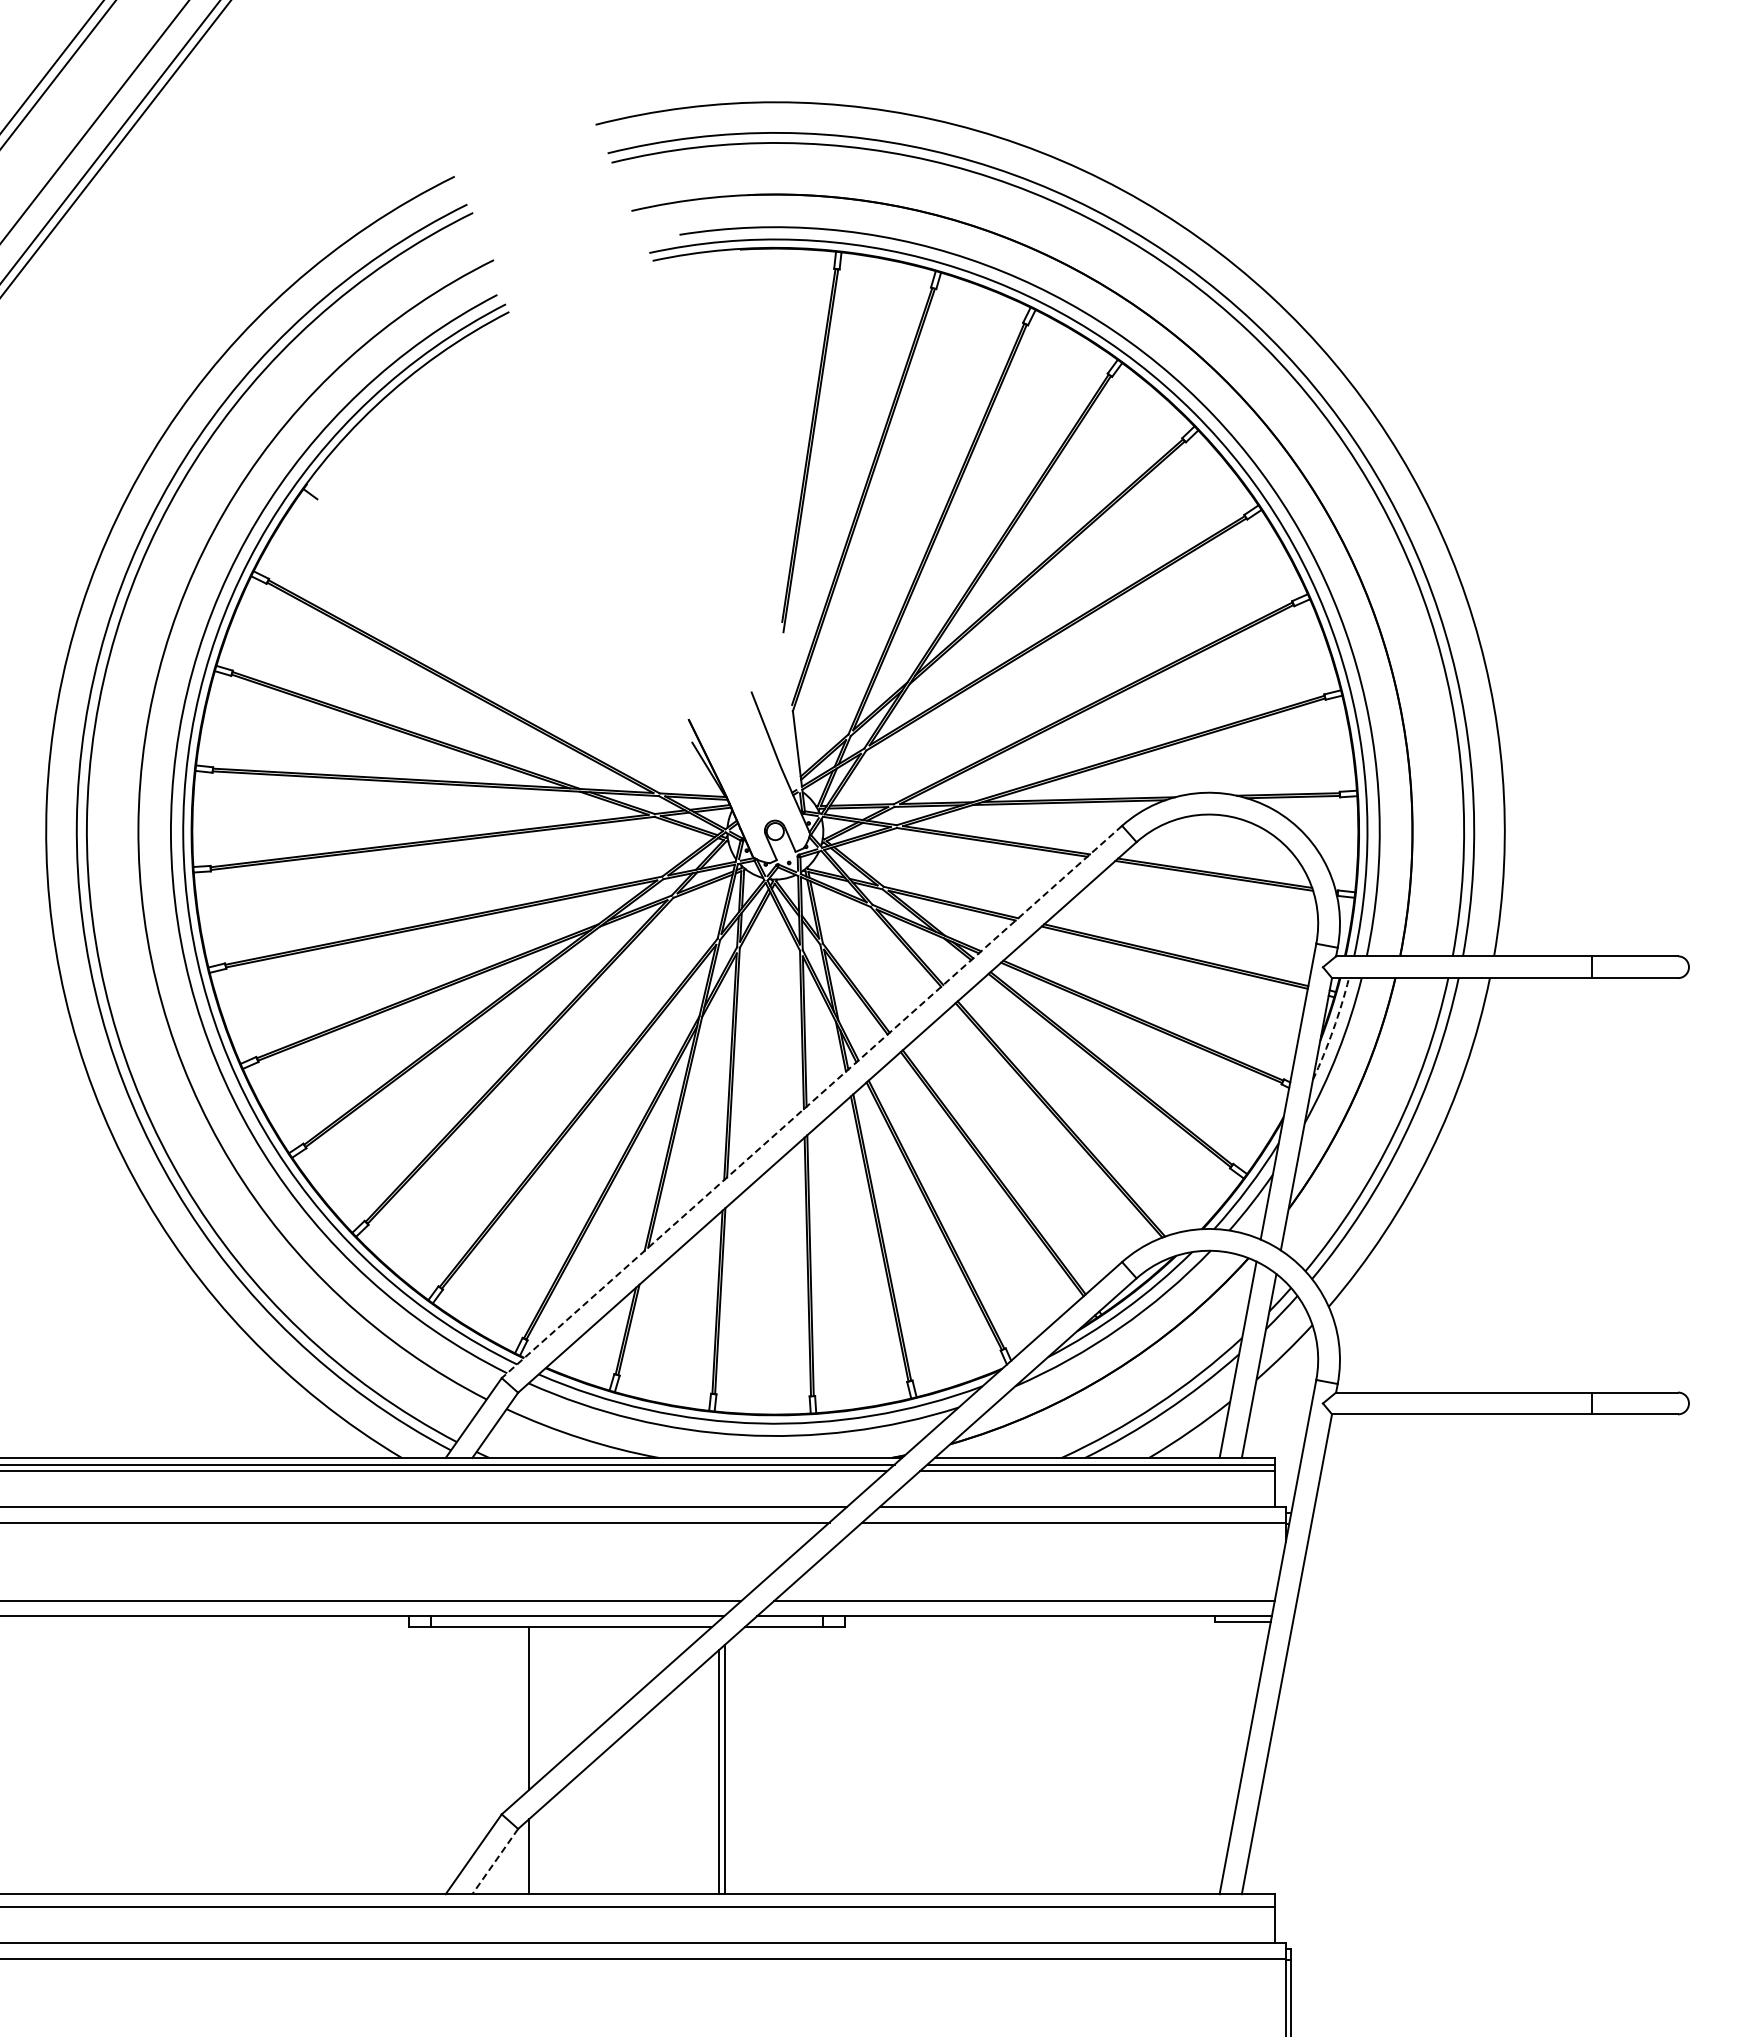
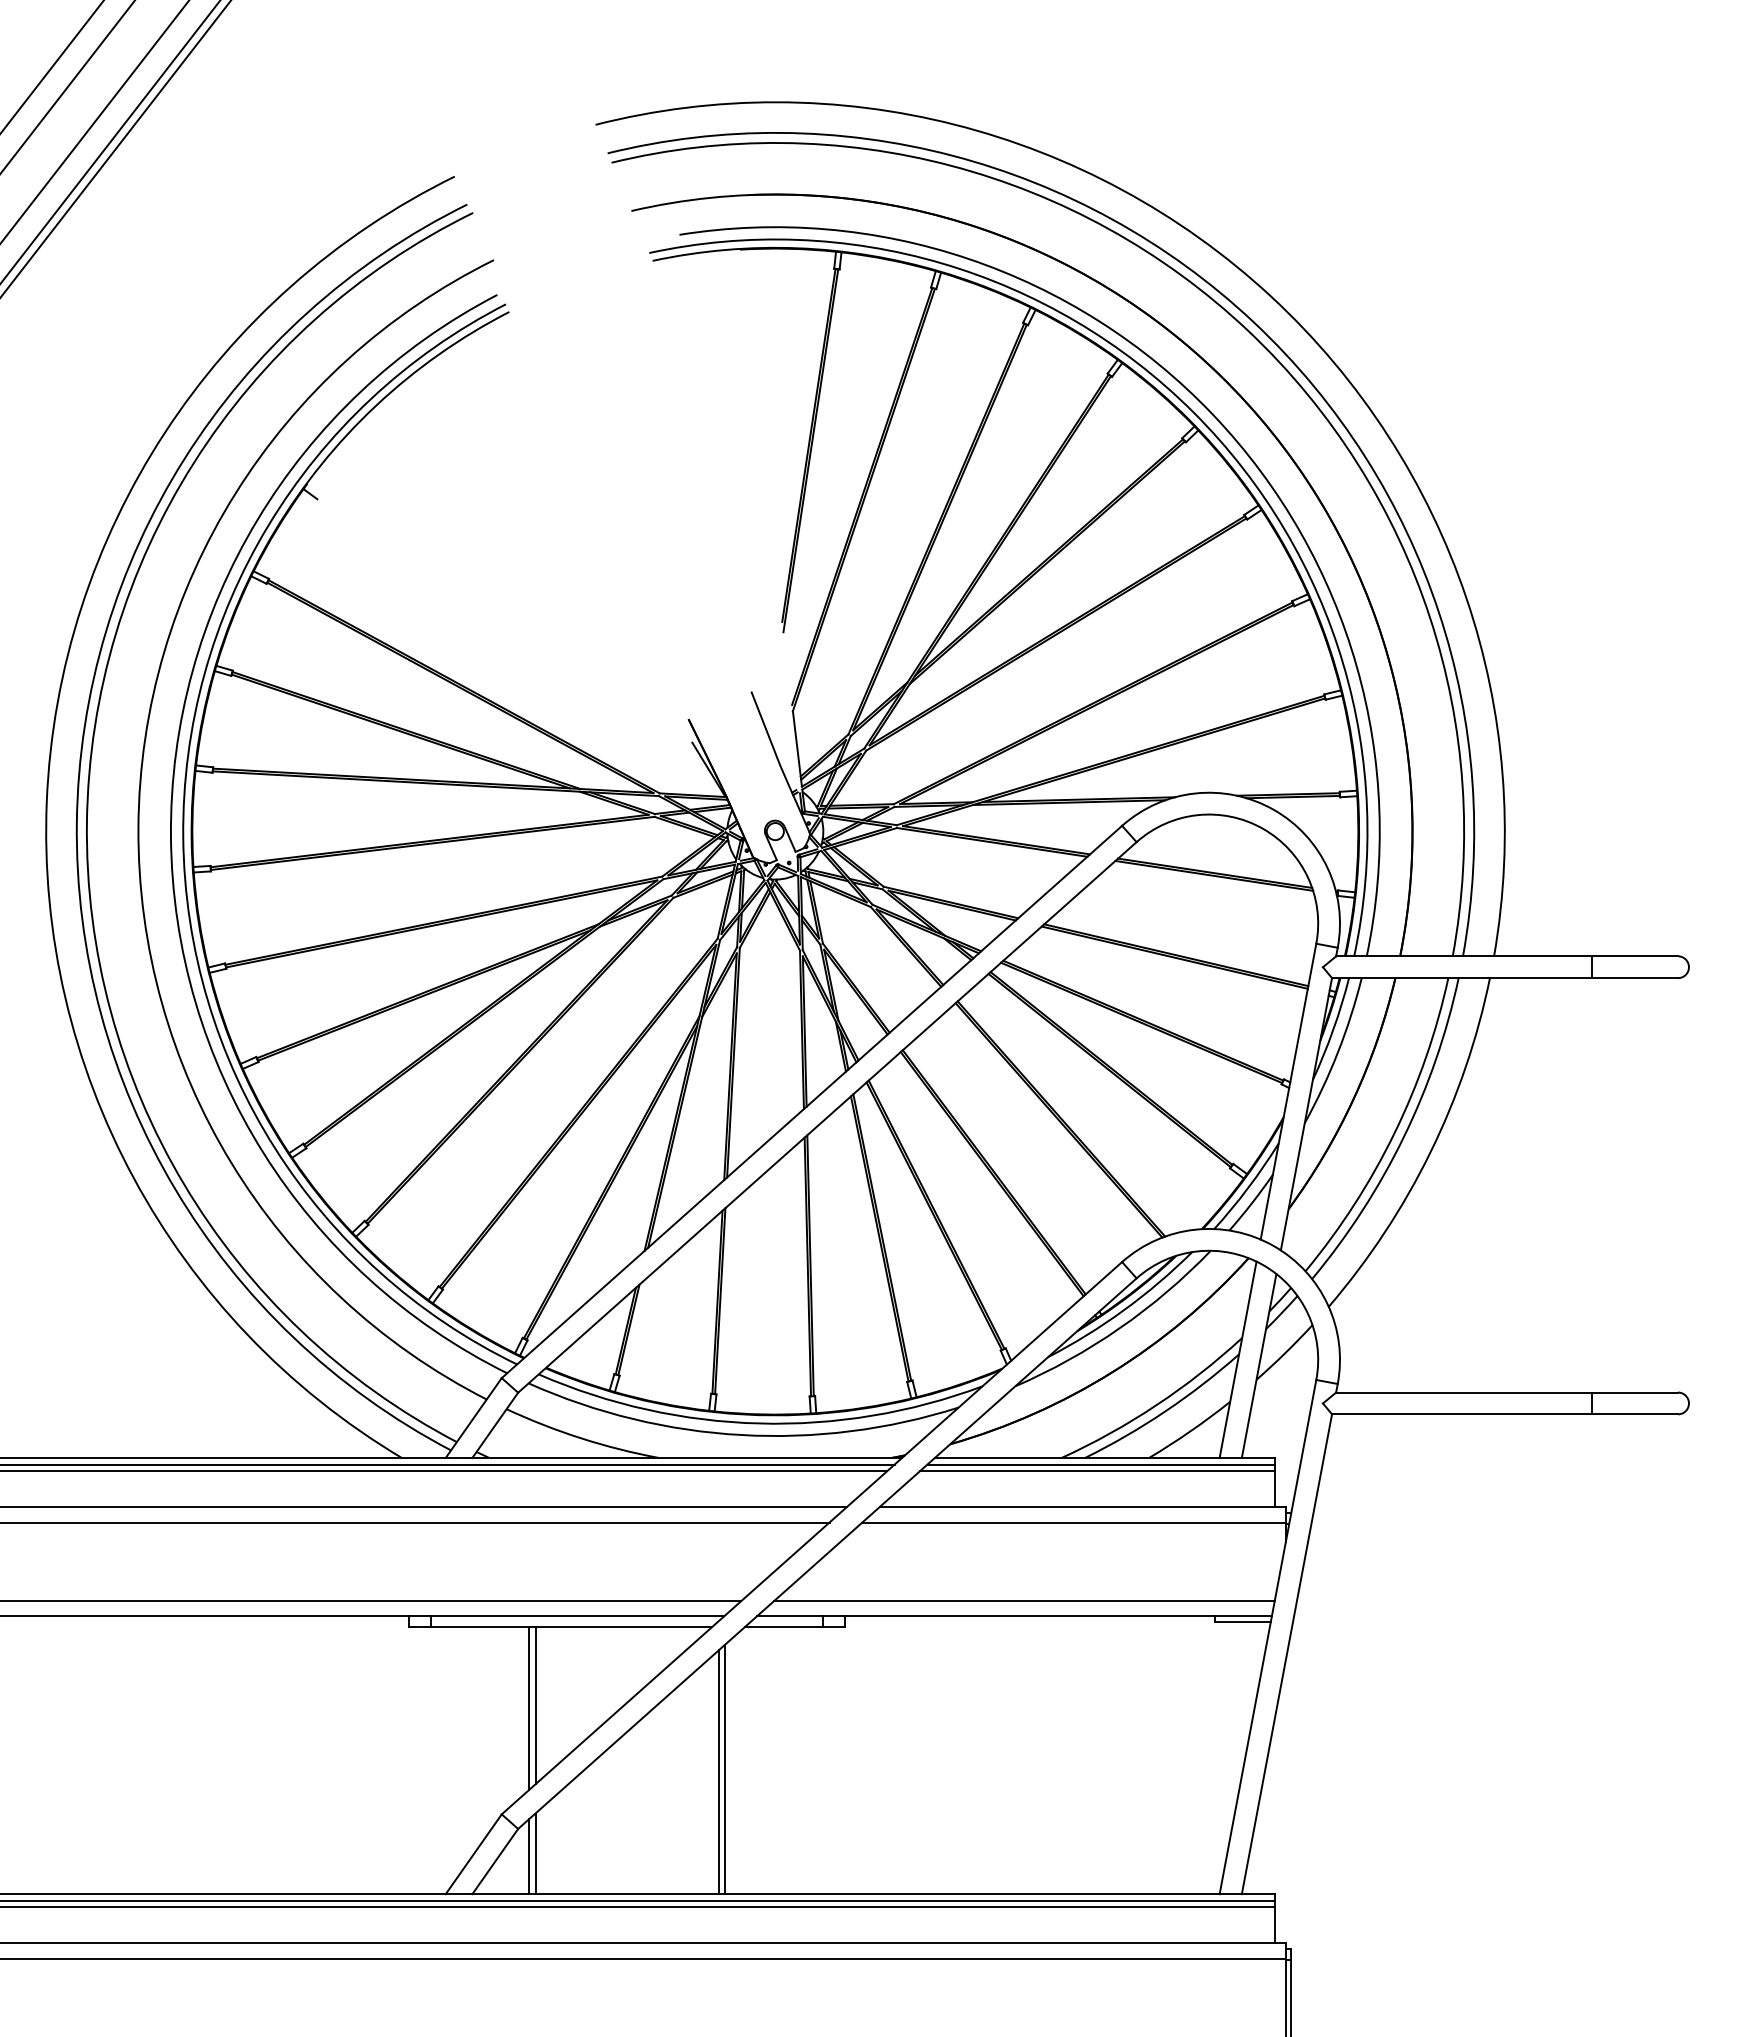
line at (58, 74) position: (58, 74) -> (67, 86)
arc at (1333, 1029): dashed -> solid
line at (811, 1102): dashed -> solid
line at (535, 1705): none -> present
line at (535, 1853): none -> present
line at (495, 1861): dashed -> solid
line at (638, 1900): none -> present
